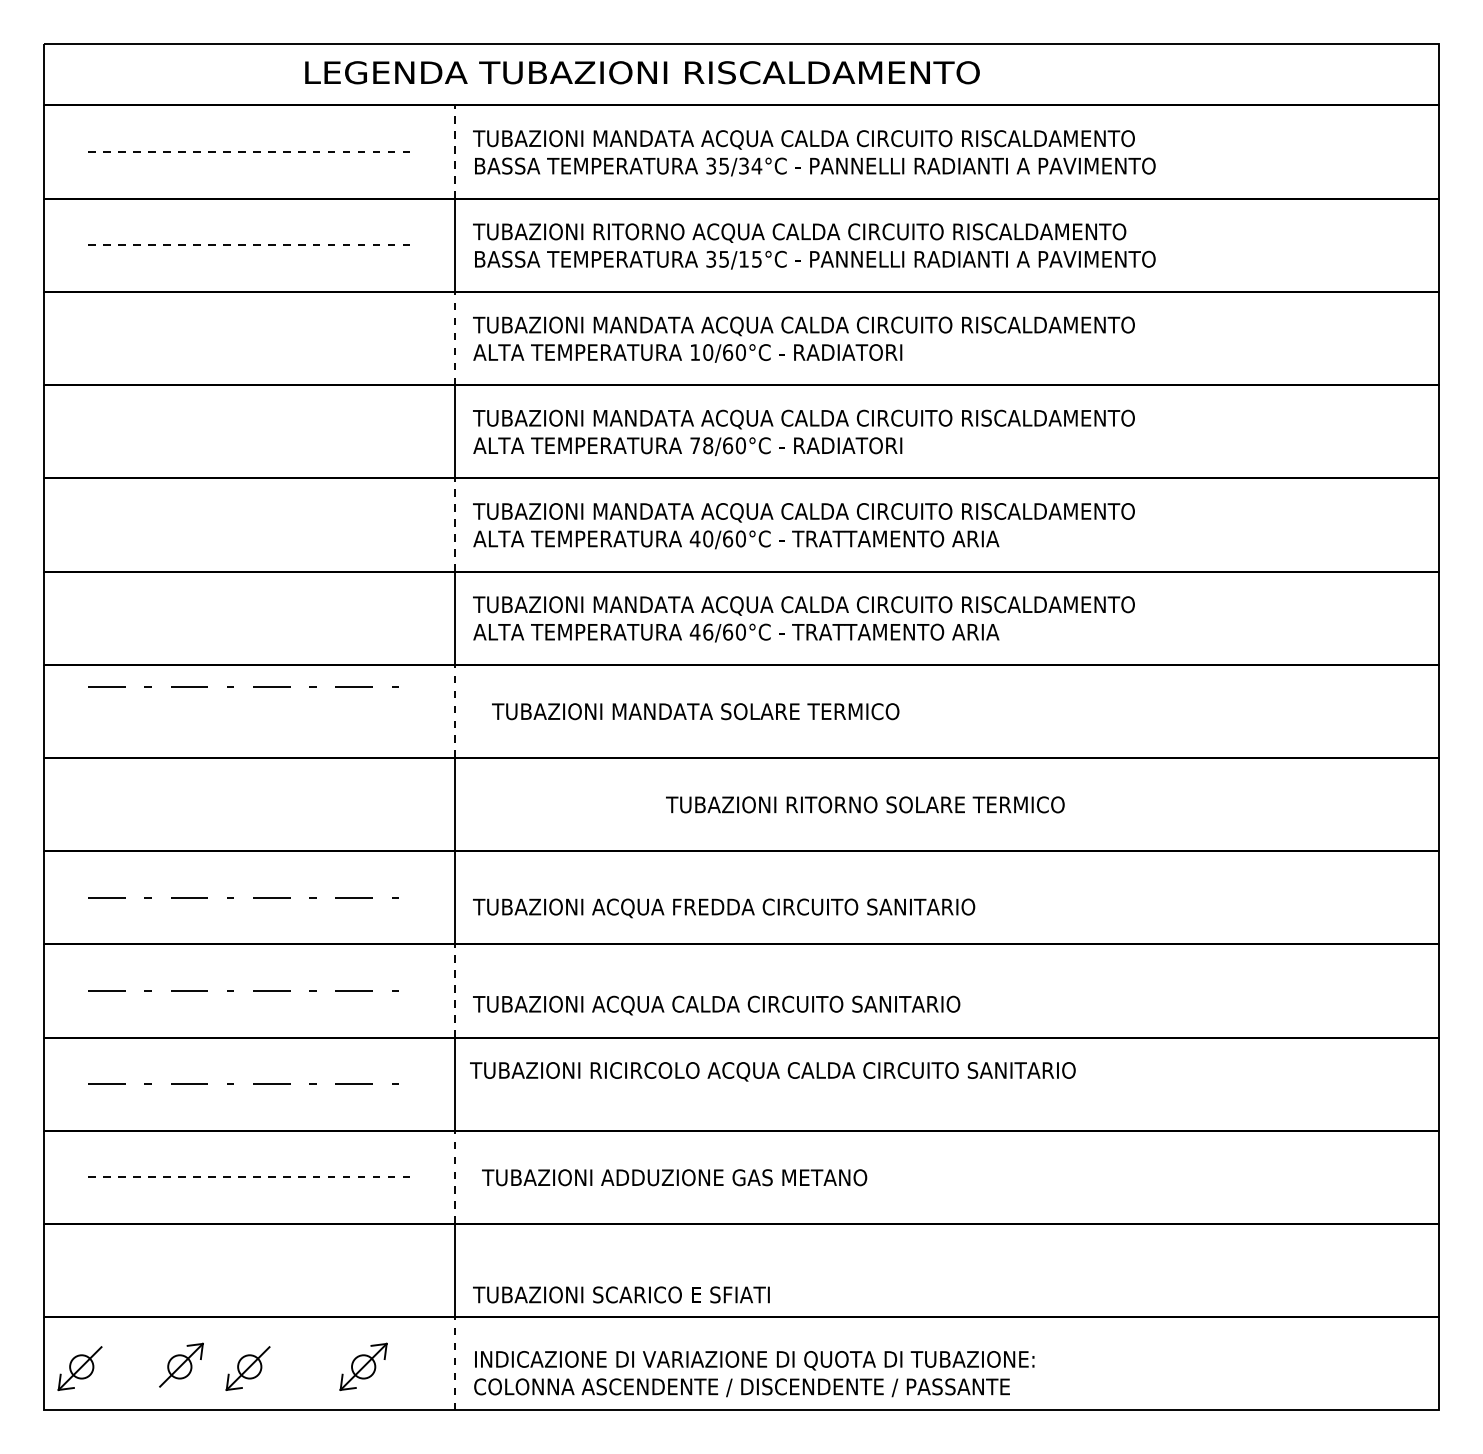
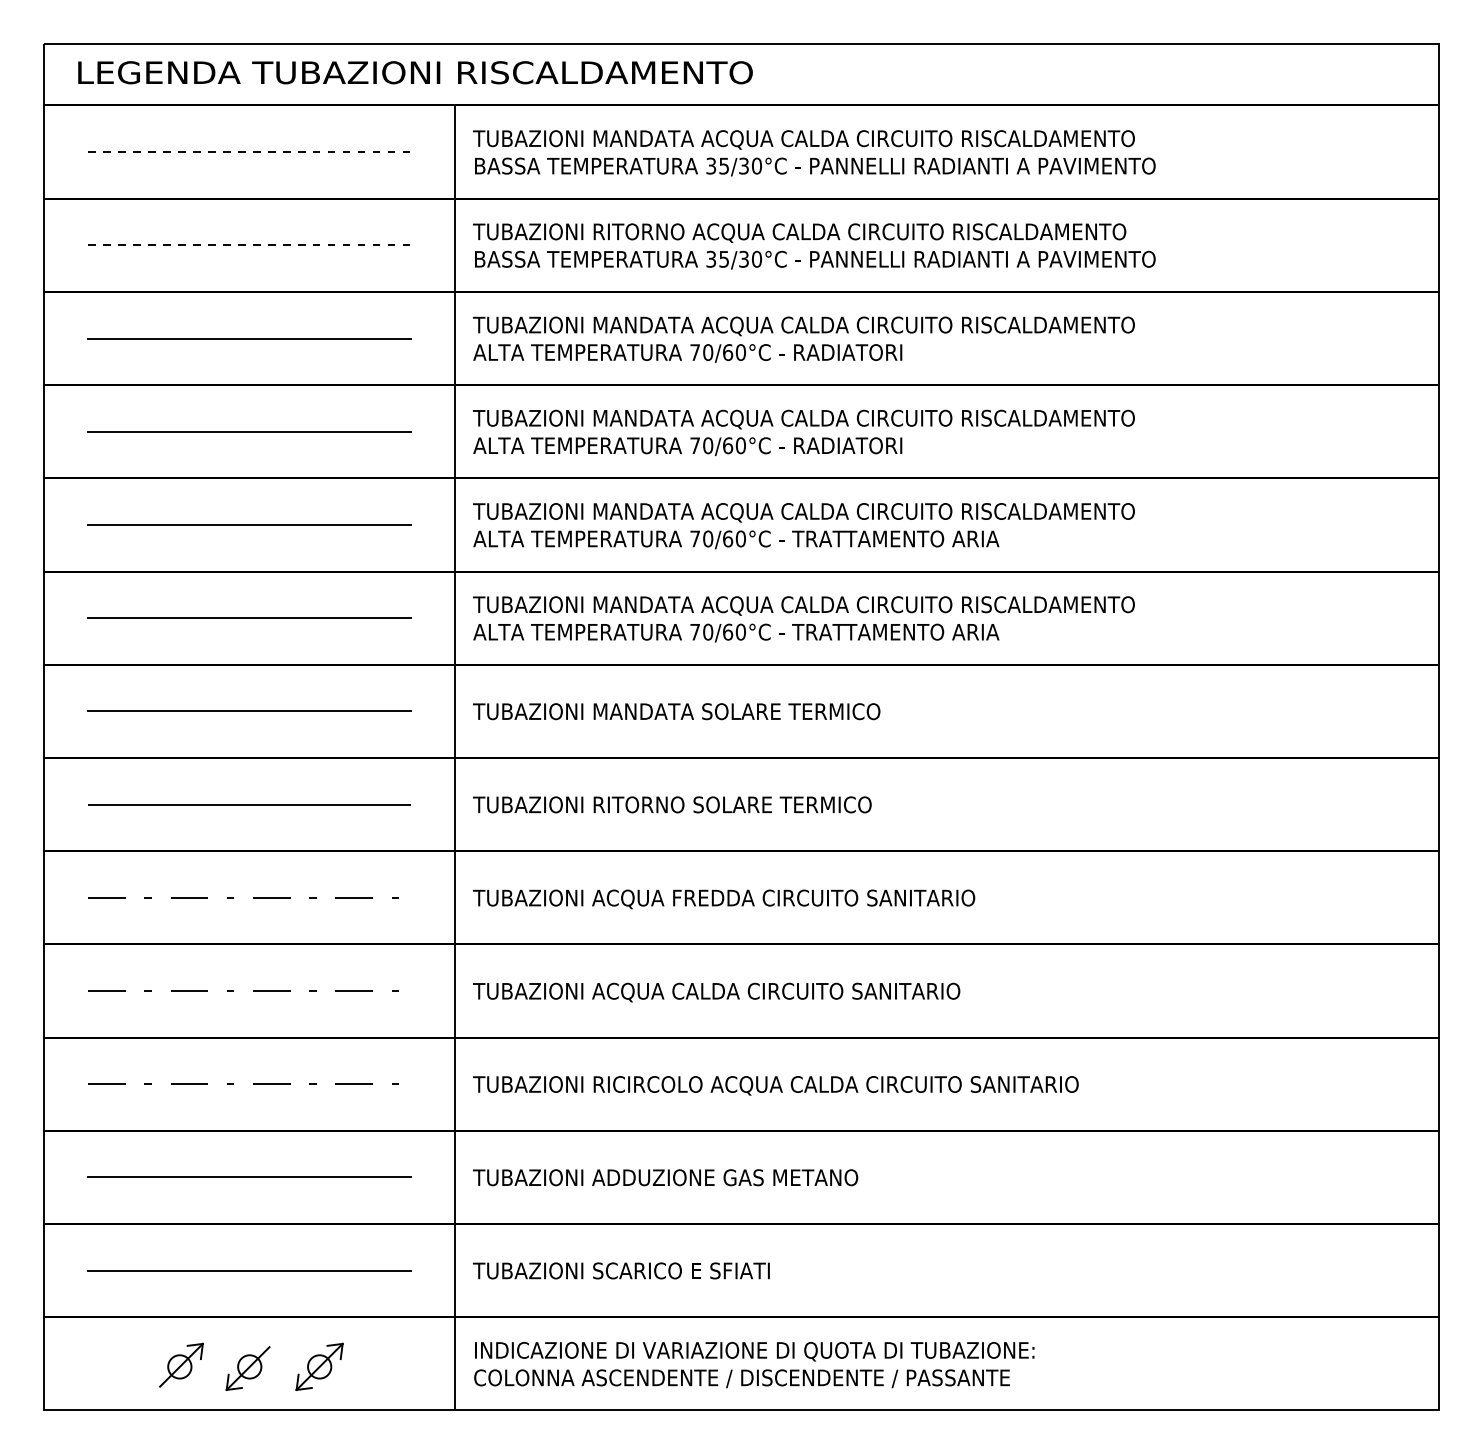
text at (642, 72) position: (642, 72) -> (415, 72)
line at (455, 152): dashed -> solid
text at (756, 165): 35/34°C -> 35/30°C
text at (750, 258): 35/15°C -> 35/30°C
line at (249, 338): none -> present
line at (455, 338): dashed -> solid
text at (694, 352): 10/60°C -> 70/60°C
line at (249, 431): none -> present
text at (708, 445): 78/60°C -> 70/60°C
line at (249, 524): none -> present
line at (455, 524): dashed -> solid
text at (694, 538): 40/60°C -> 70/60°C
line at (249, 618): none -> present
text at (701, 631): 46/60°C -> 70/60°C
line at (233, 686): present -> none
line at (249, 711): none -> present
line at (455, 711): dashed -> solid
text at (695, 711) position: (695, 711) -> (676, 711)
line at (249, 804): none -> present
text at (865, 804) position: (865, 804) -> (672, 804)
text at (724, 908) position: (724, 908) -> (724, 899)
line at (455, 991): dashed -> solid
text at (716, 1005) position: (716, 1005) -> (716, 992)
text at (772, 1071) position: (772, 1071) -> (775, 1085)
line at (249, 1177): dashed -> solid
line at (455, 1177): dashed -> solid
text at (674, 1177) position: (674, 1177) -> (665, 1177)
line at (249, 1270): none -> present
text at (621, 1294) position: (621, 1294) -> (621, 1270)
line at (455, 1363): dashed -> solid
part at (363, 1366) position: (363, 1366) -> (319, 1366)
part at (79, 1368): present -> none
text at (754, 1374) position: (754, 1374) -> (754, 1365)
